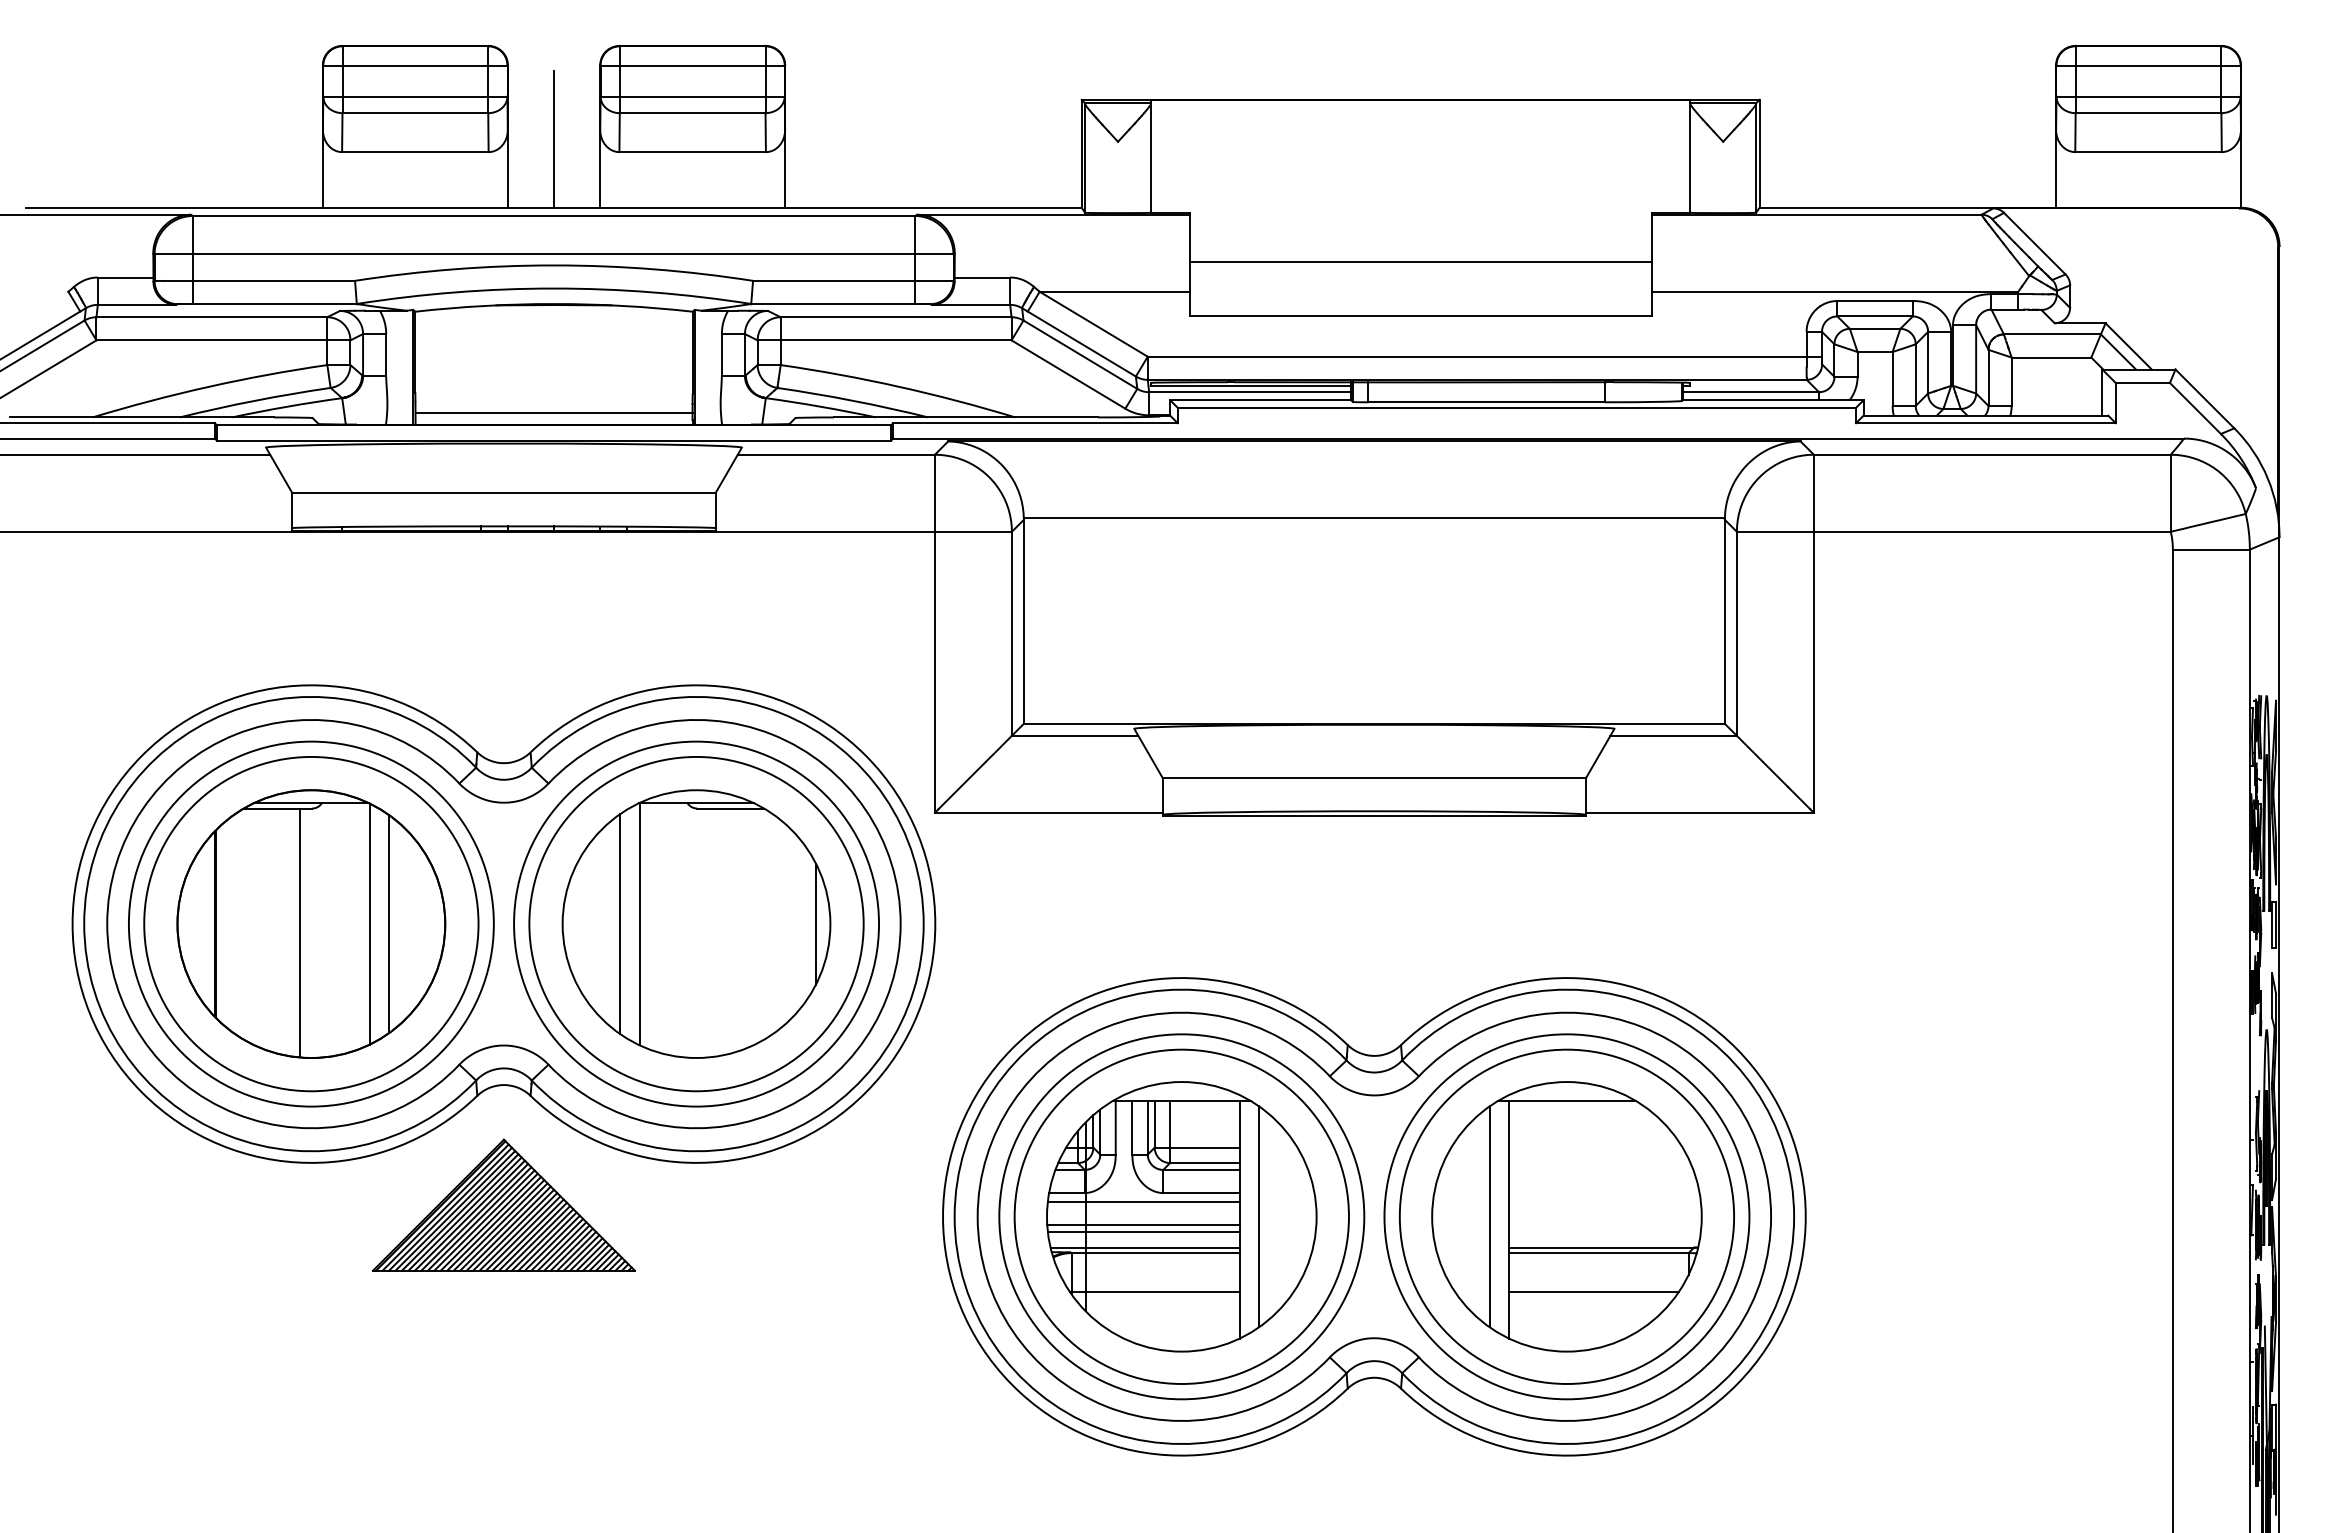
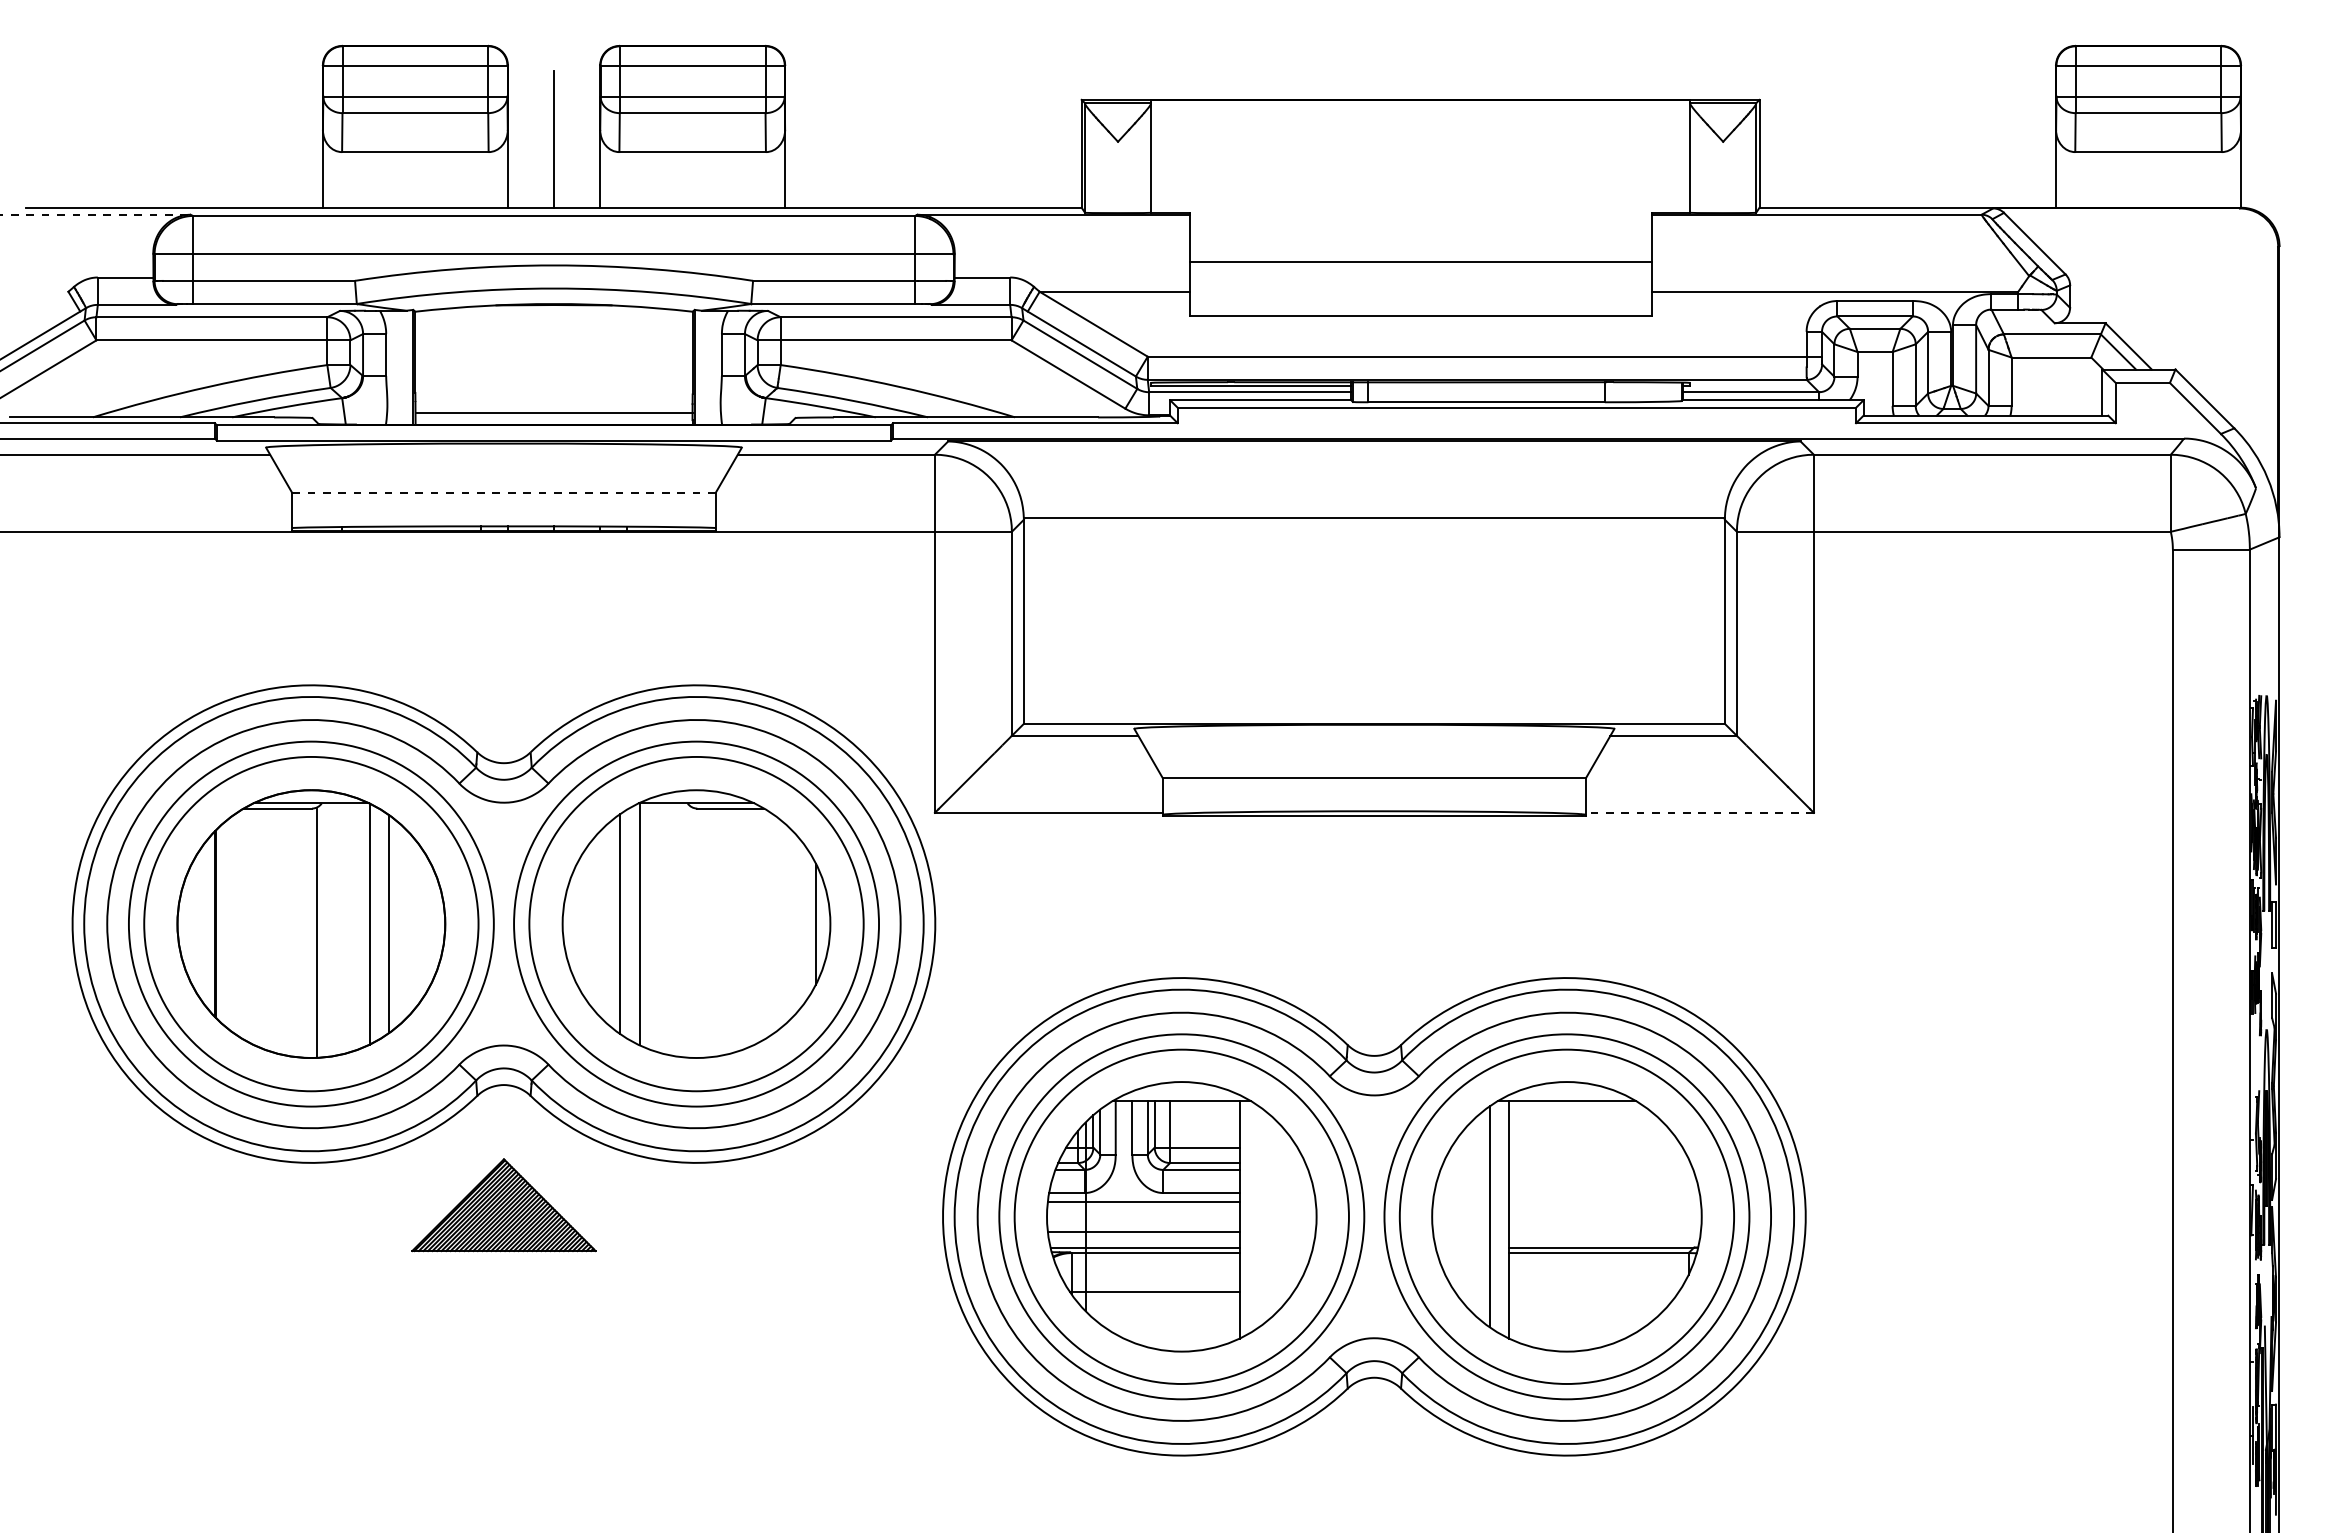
line at (95, 214): solid -> dashed
line at (503, 492): solid -> dashed
line at (1700, 812): solid -> dashed
line at (299, 932) position: (299, 932) -> (316, 932)
part at (503, 1204) size: 264x134 px -> 186x95 px
line at (1258, 1216): present -> none
line at (1143, 1225): present -> none
line at (1594, 1291): present -> none
